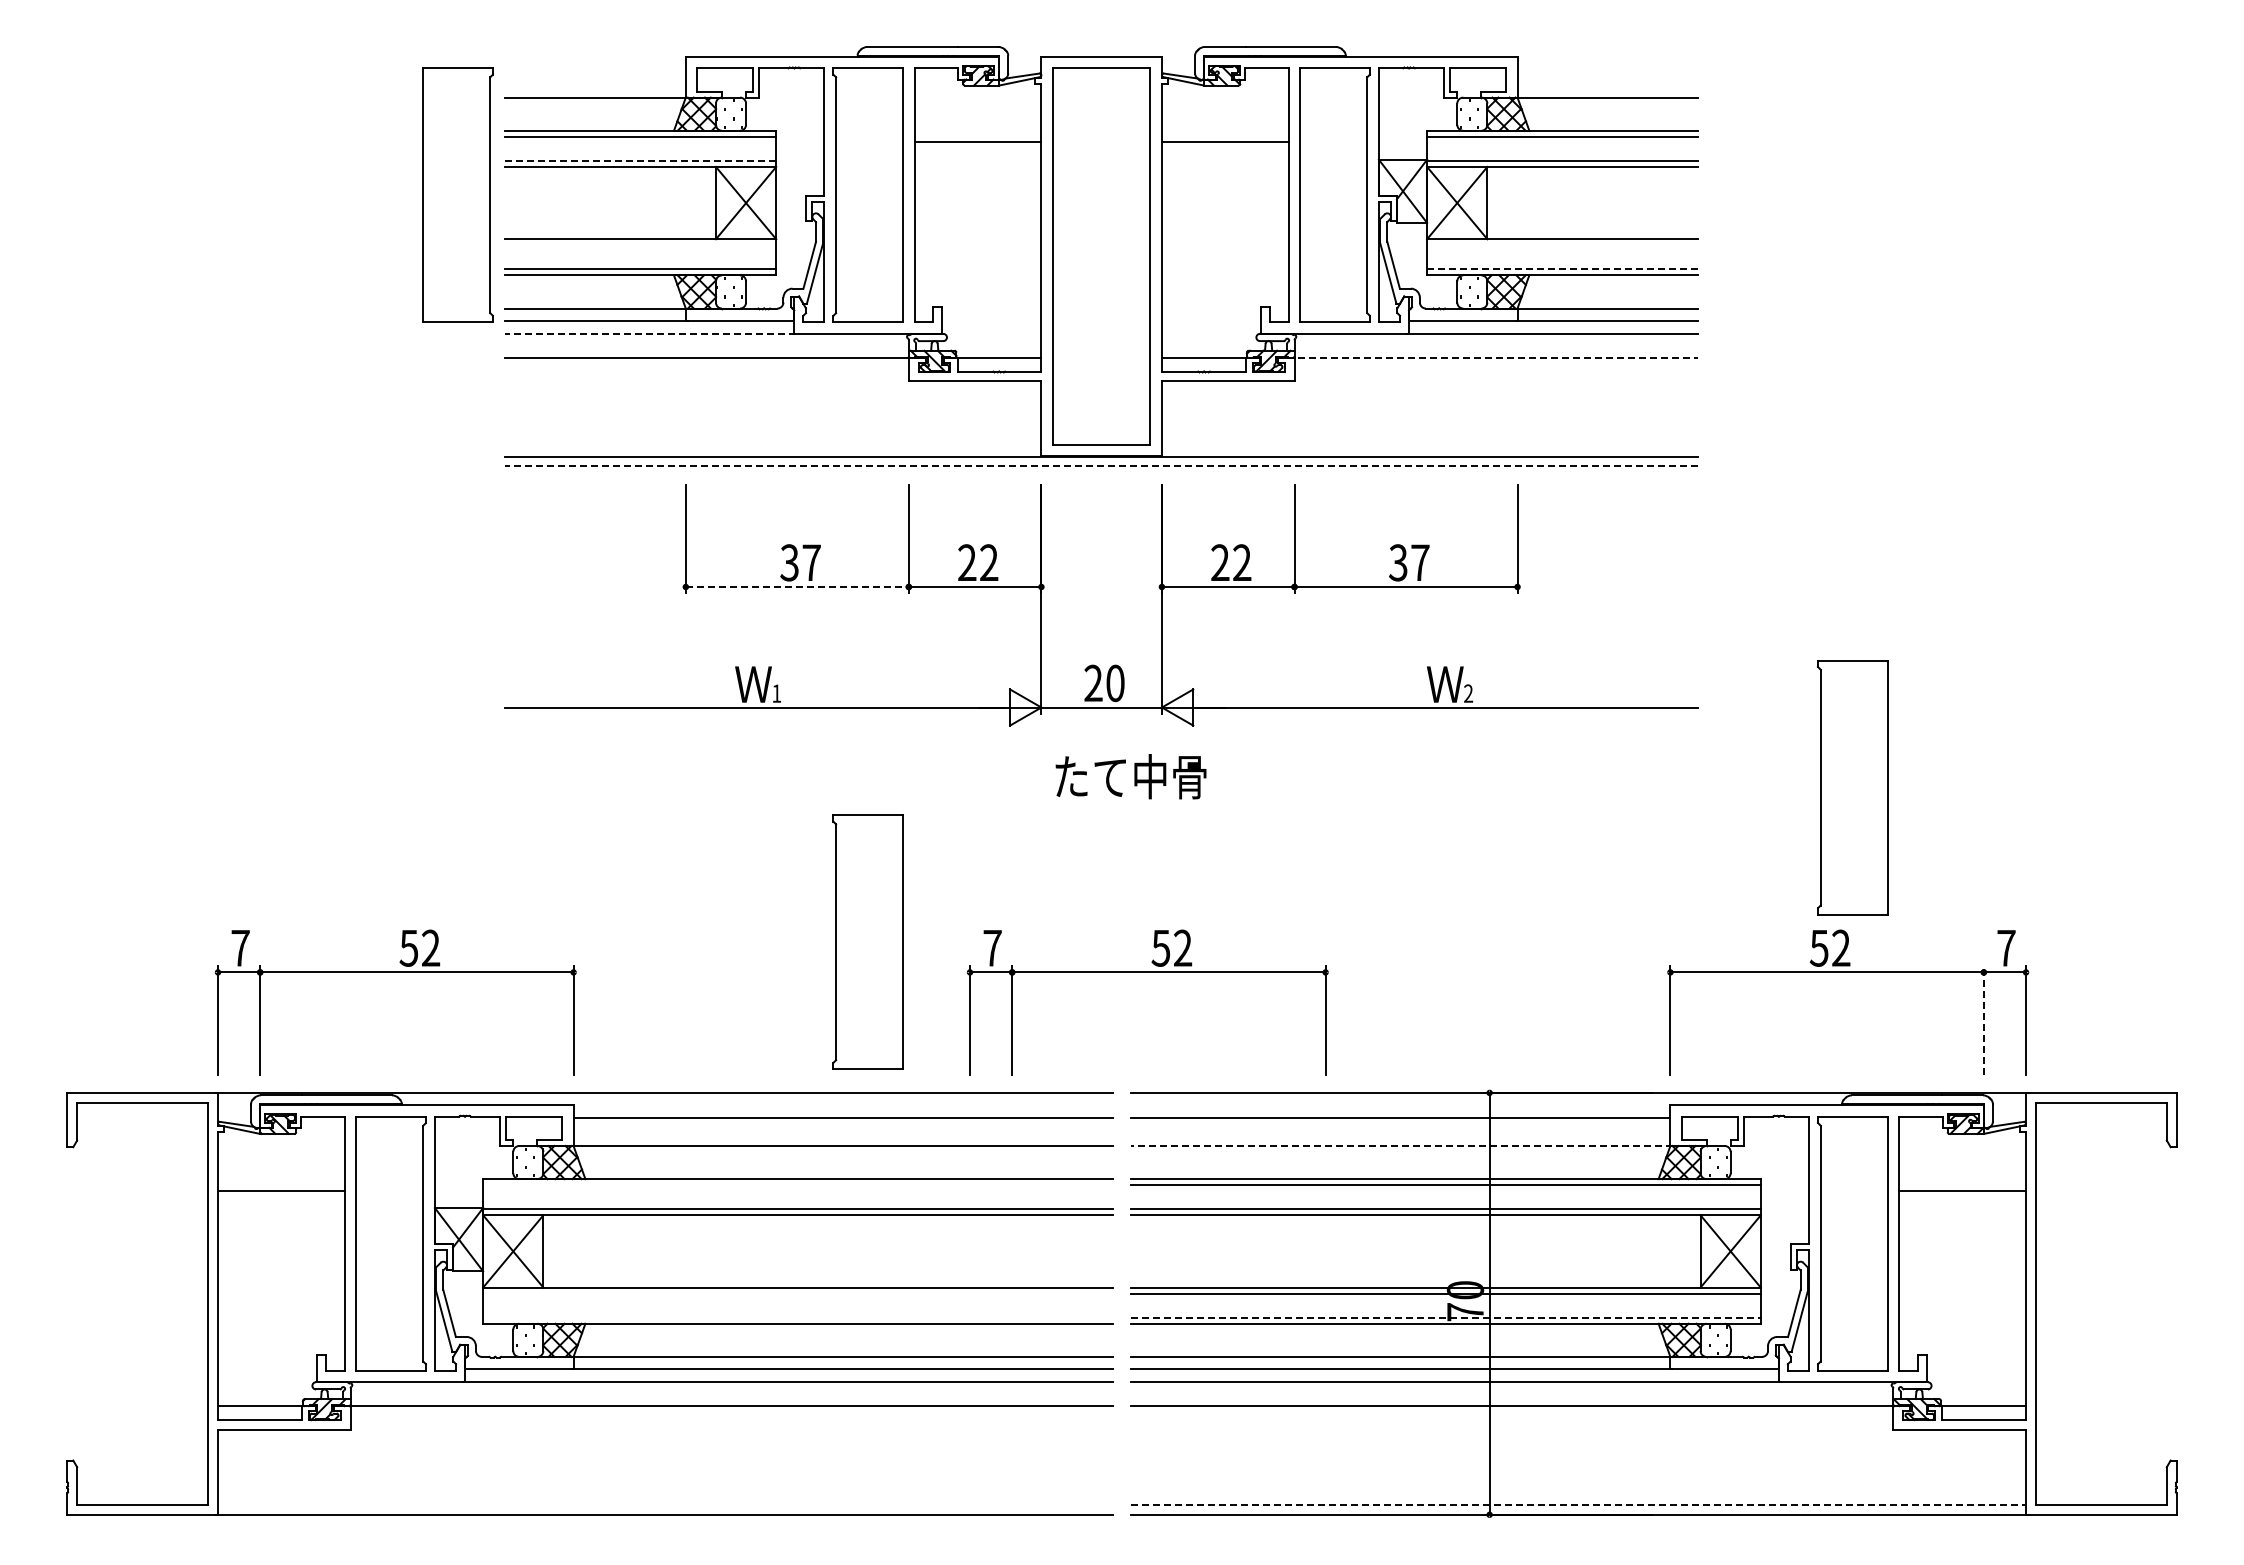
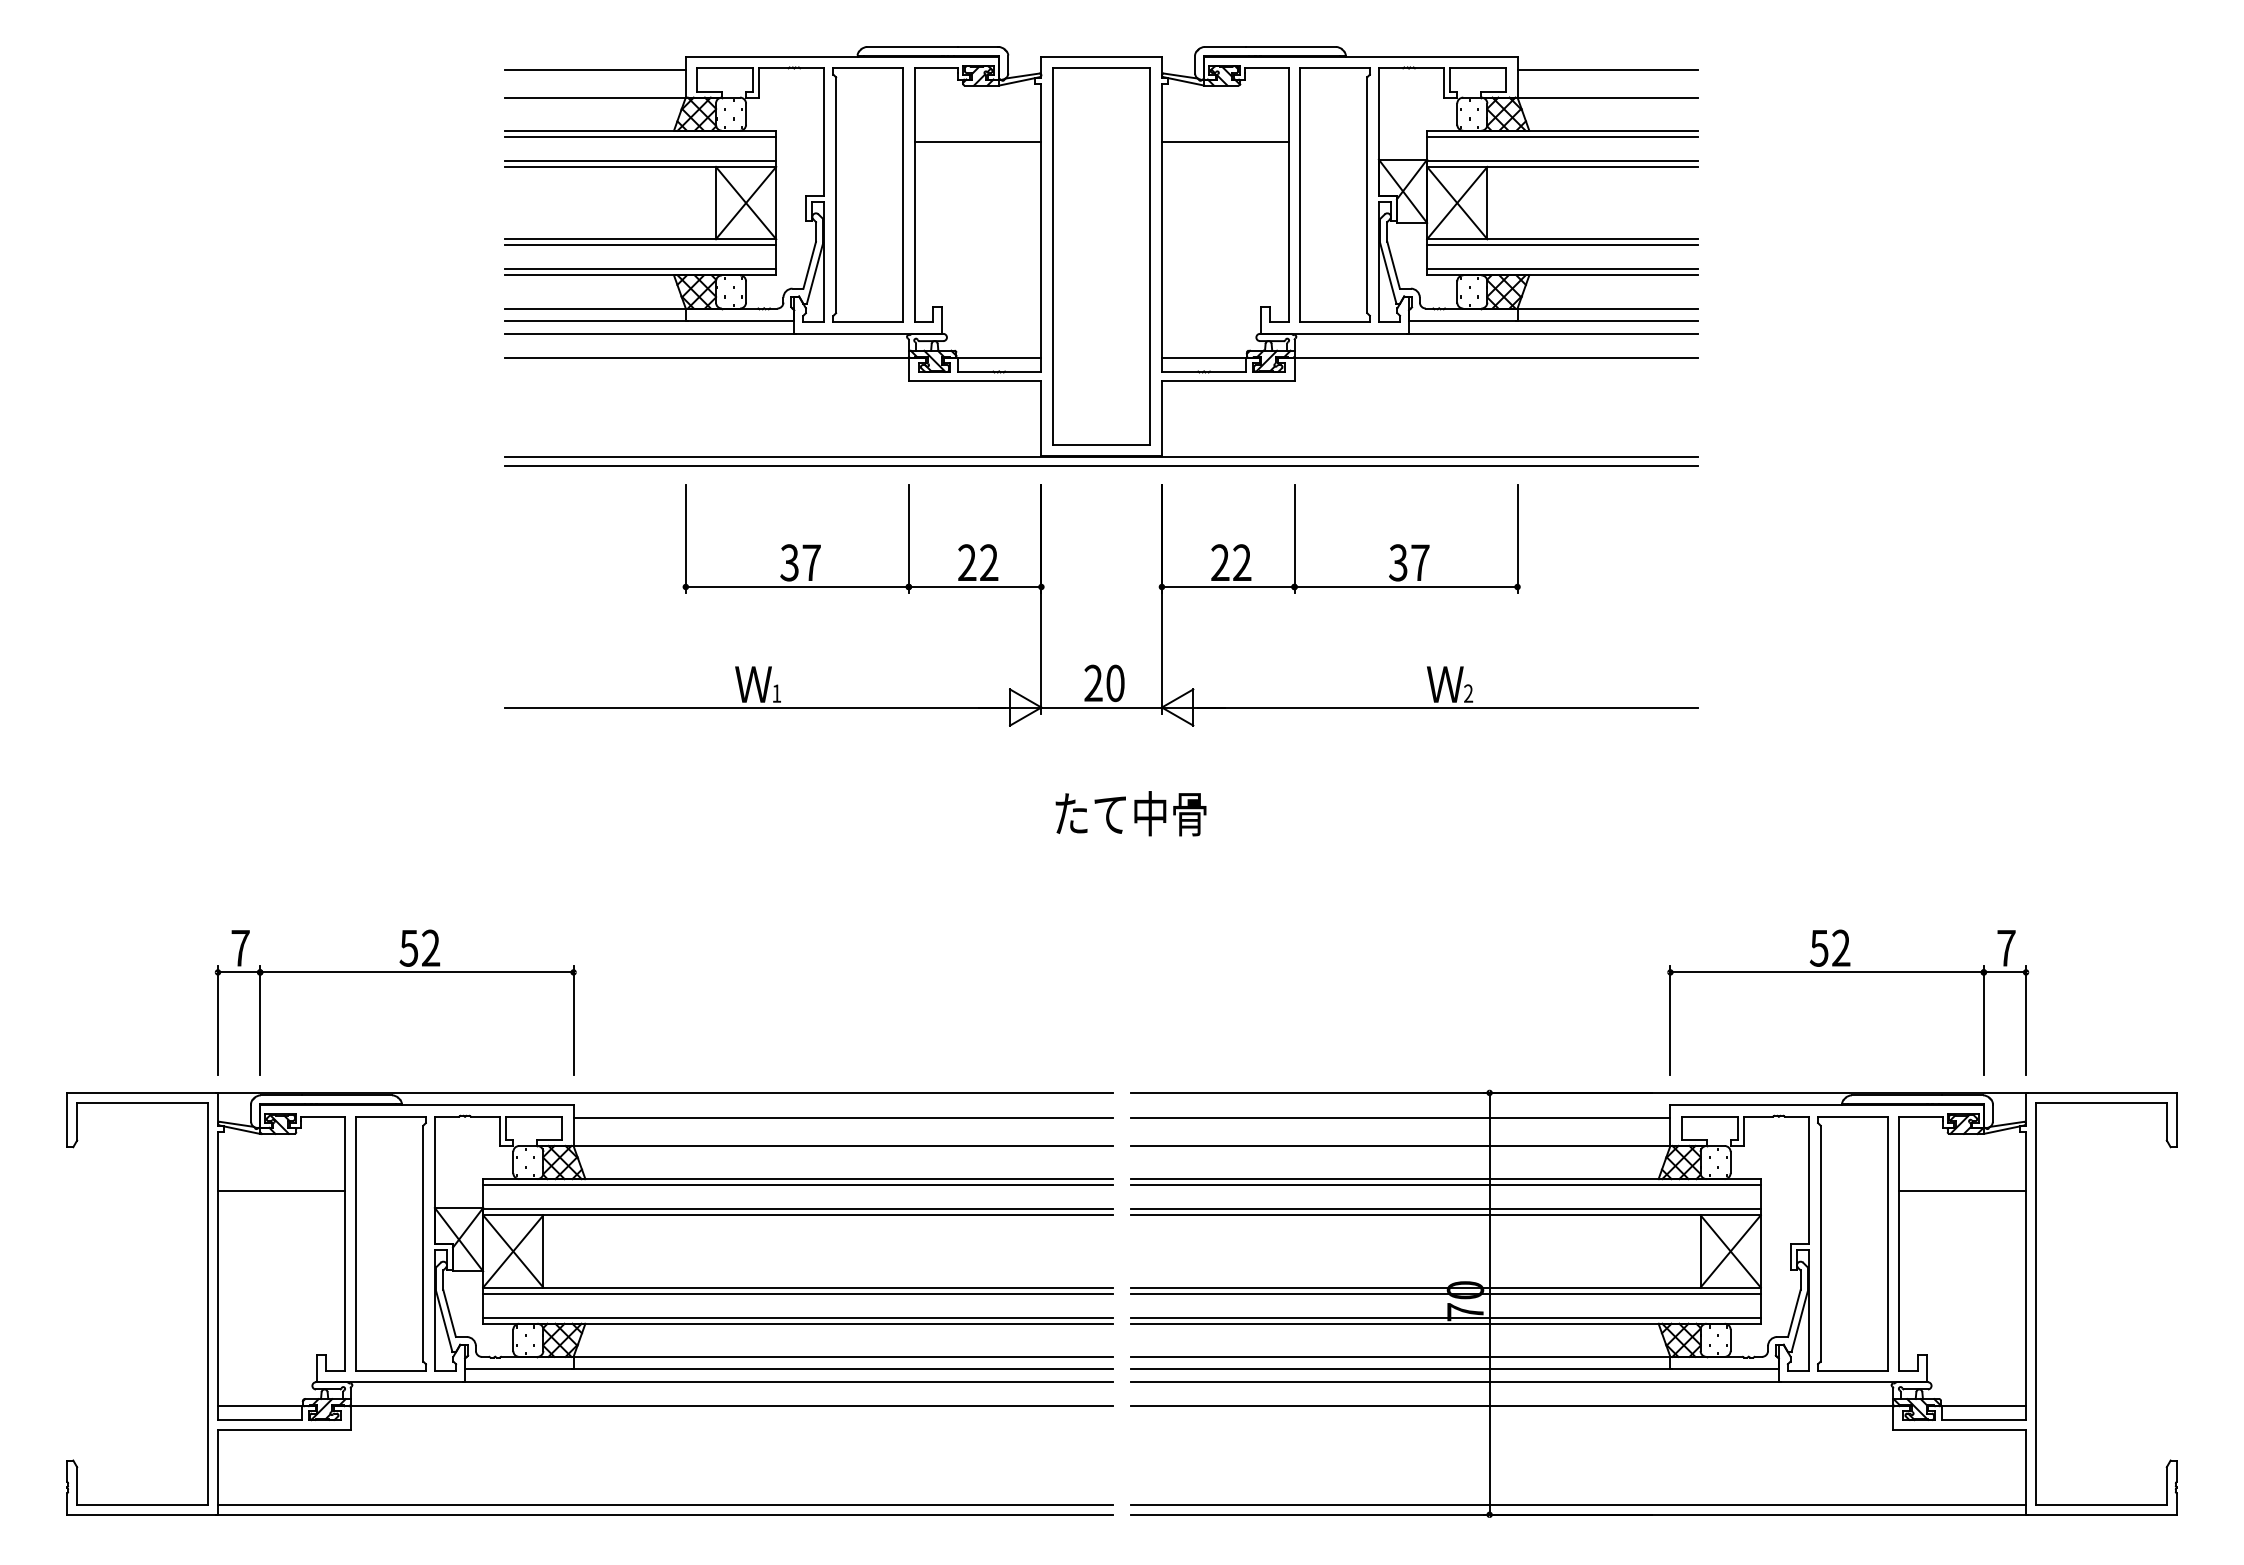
line at (595, 69): none -> present
line at (1607, 69): none -> present
line at (640, 160): dashed -> solid
part at (457, 194): present -> none
line at (640, 245): none -> present
line at (1562, 245): none -> present
line at (1562, 269): dashed -> solid
line at (650, 333): dashed -> solid
line at (1487, 357): dashed -> solid
line at (1101, 466): dashed -> solid
line at (797, 586): dashed -> solid
text at (1130, 776) position: (1130, 776) -> (1130, 813)
part at (1852, 787): present -> none
part at (867, 941): present -> none
part at (1147, 972): present -> none
line at (1983, 1020): dashed -> solid
line at (1401, 1145): dashed -> solid
line at (797, 1185): none -> present
line at (797, 1293): none -> present
line at (797, 1317): none -> present
line at (1445, 1317): dashed -> solid
line at (664, 1504): none -> present
line at (1579, 1504): dashed -> solid
